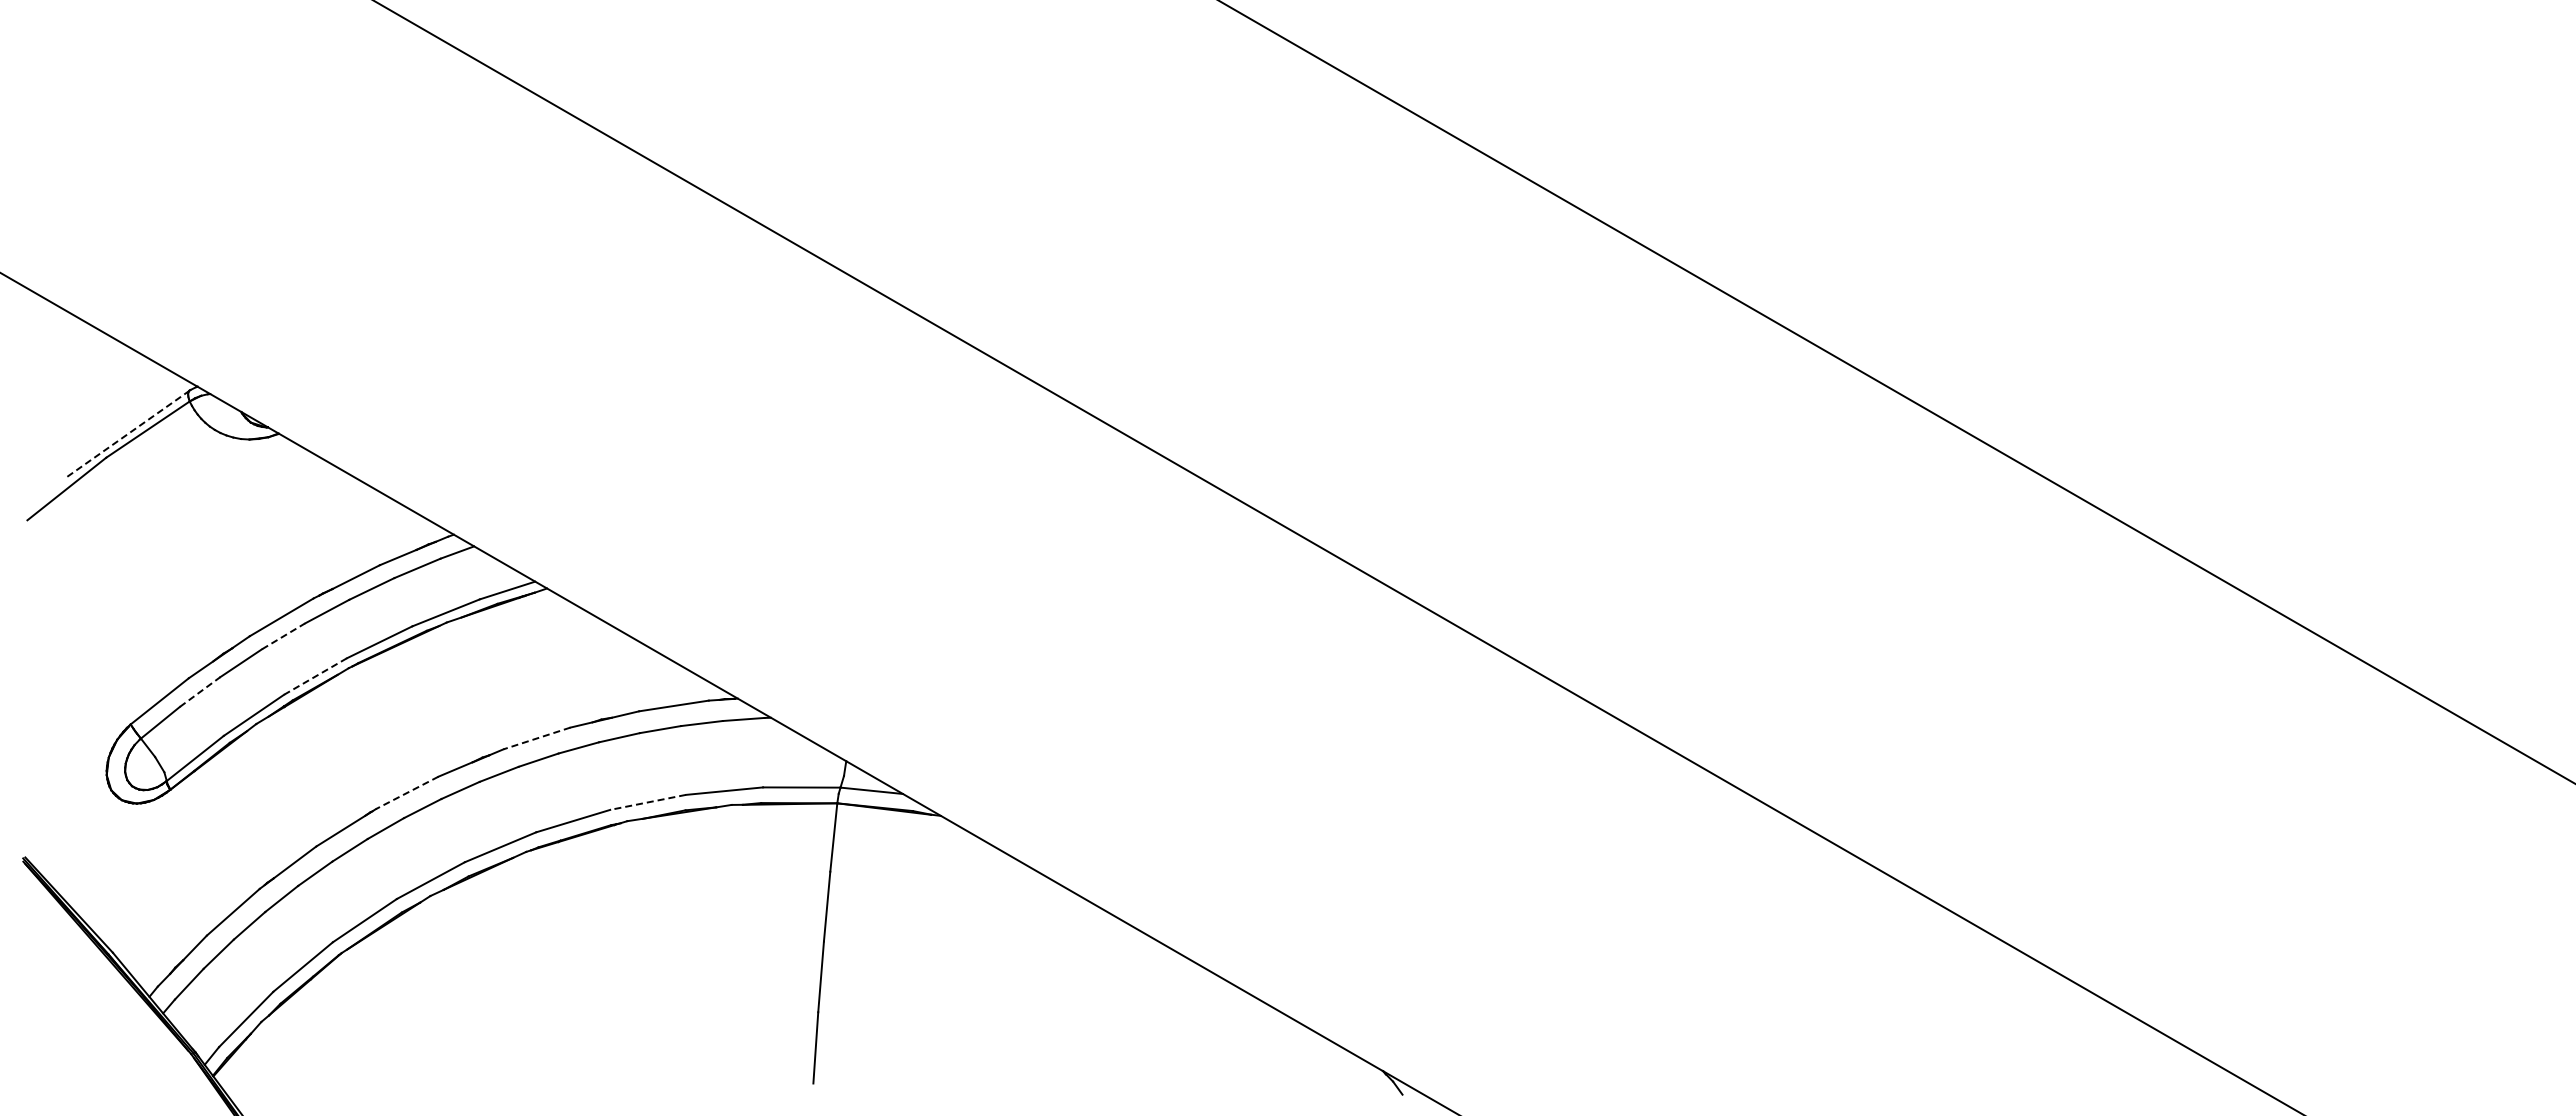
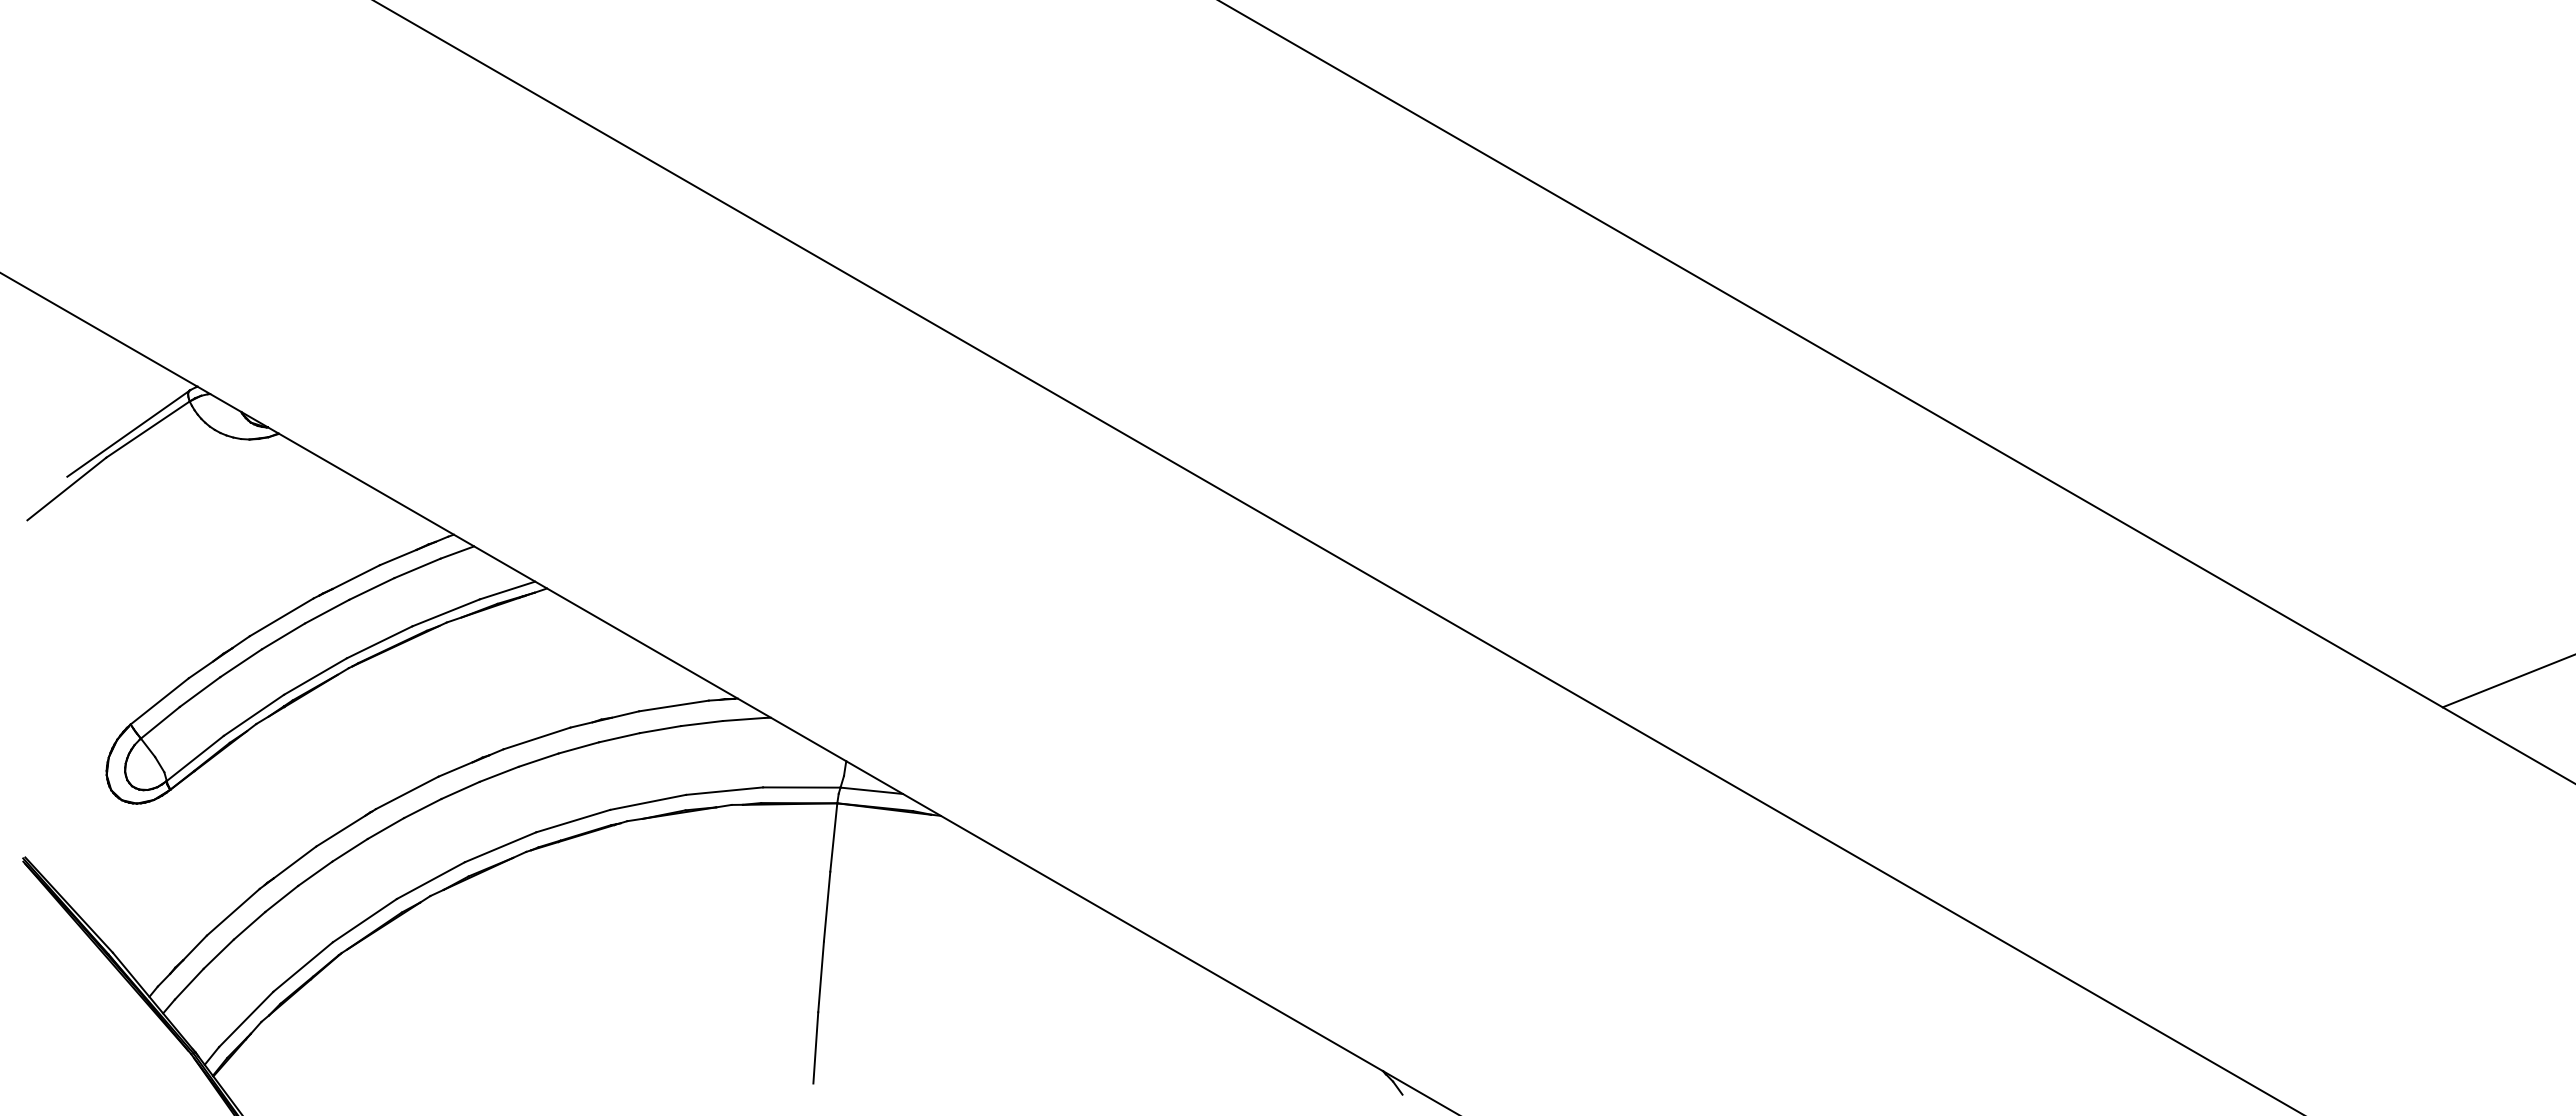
line at (128, 433): dashed -> solid
line at (283, 636): dashed -> solid
line at (315, 676): dashed -> solid
line at (2507, 681): none -> present
line at (200, 691): dashed -> solid
line at (536, 738): dashed -> solid
line at (406, 793): dashed -> solid
line at (648, 802): dashed -> solid
